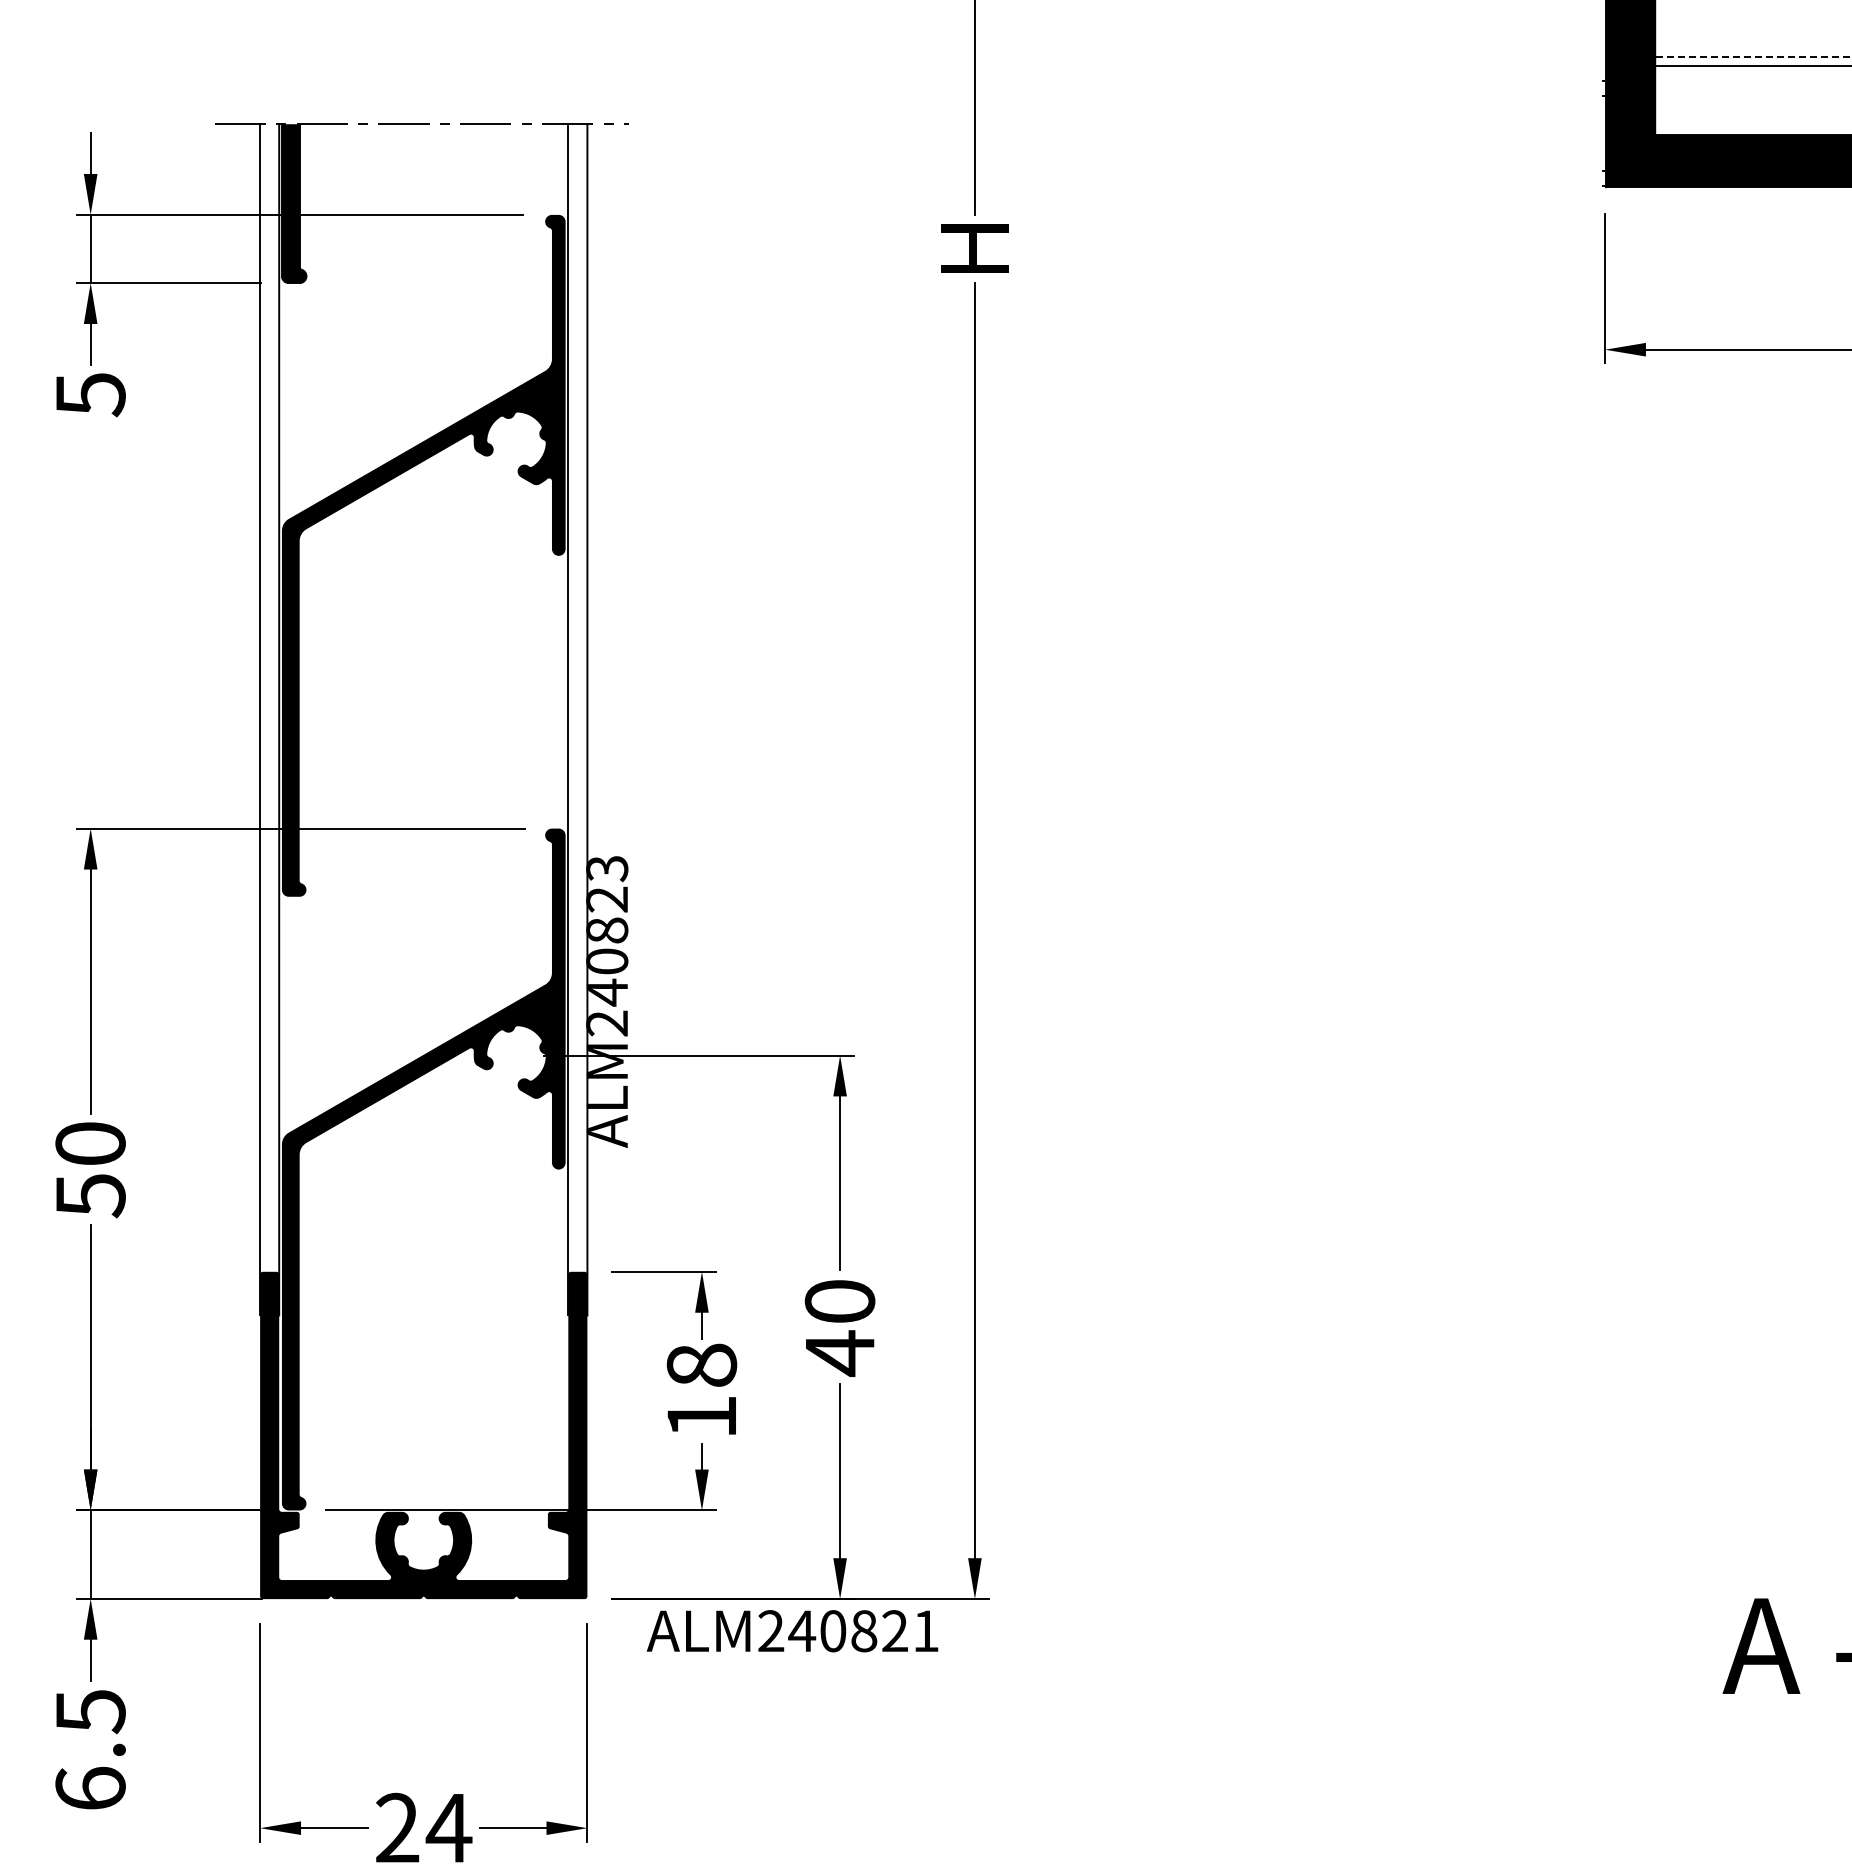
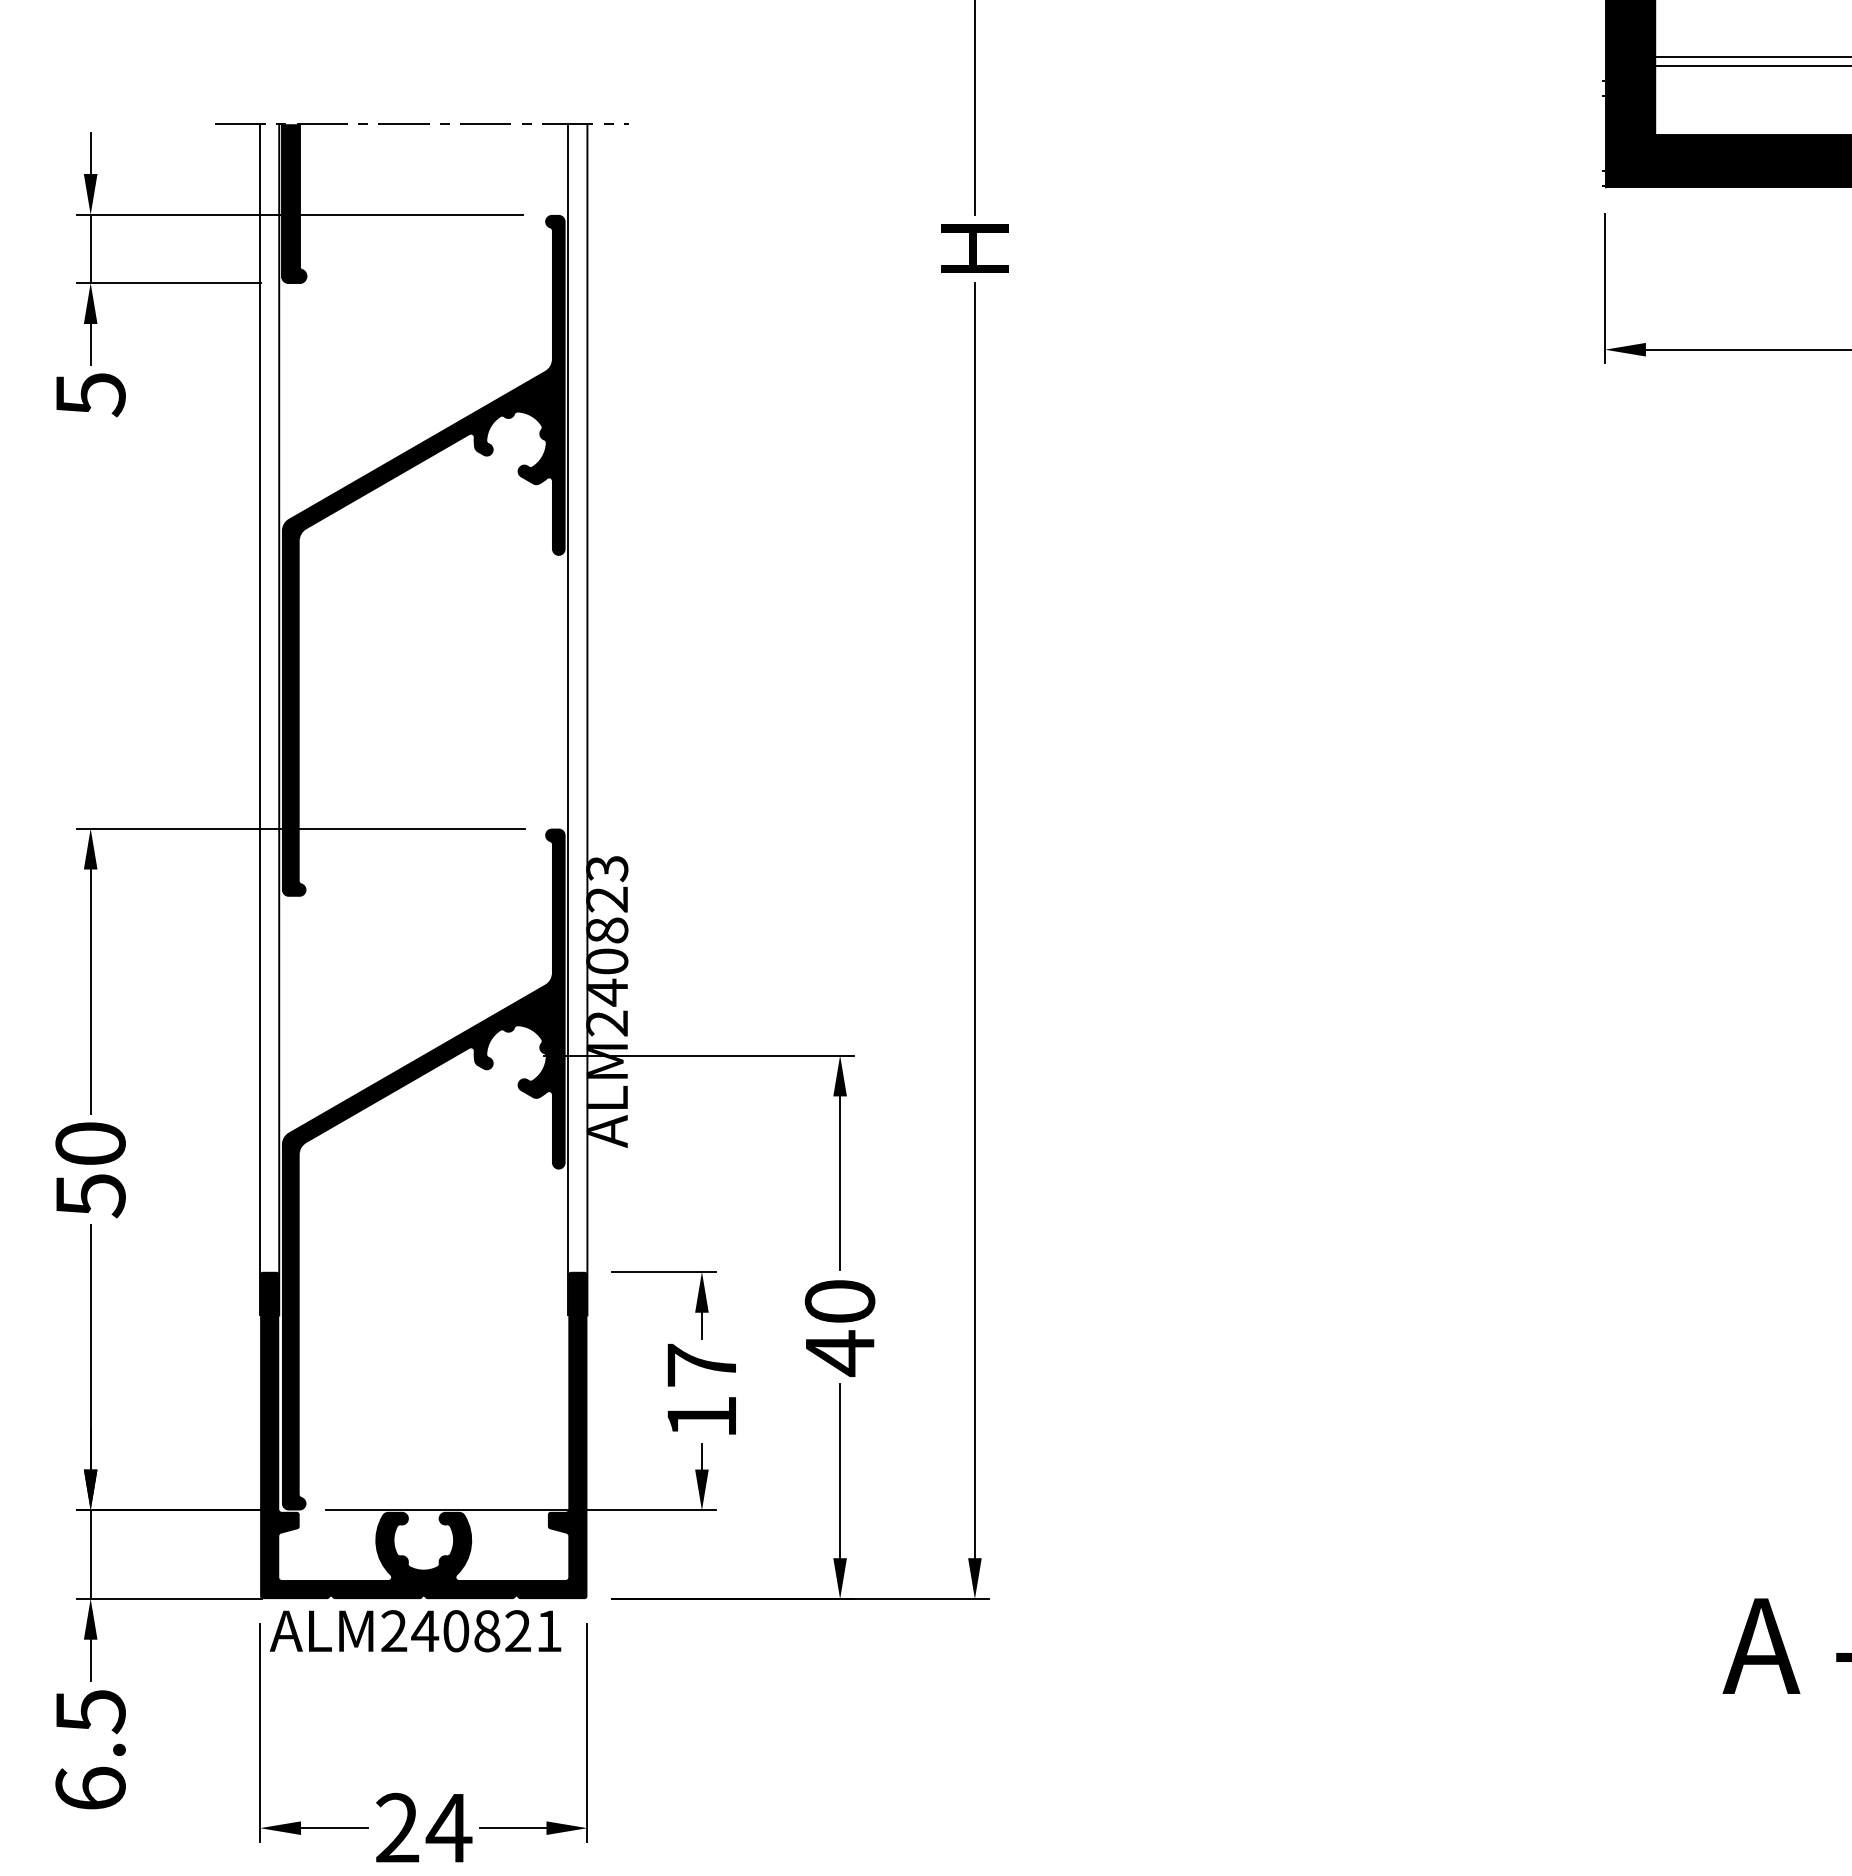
line at (1754, 56): dashed -> solid
text at (701, 1364): 18 -> 17
text at (792, 1631) position: (792, 1631) -> (415, 1631)
